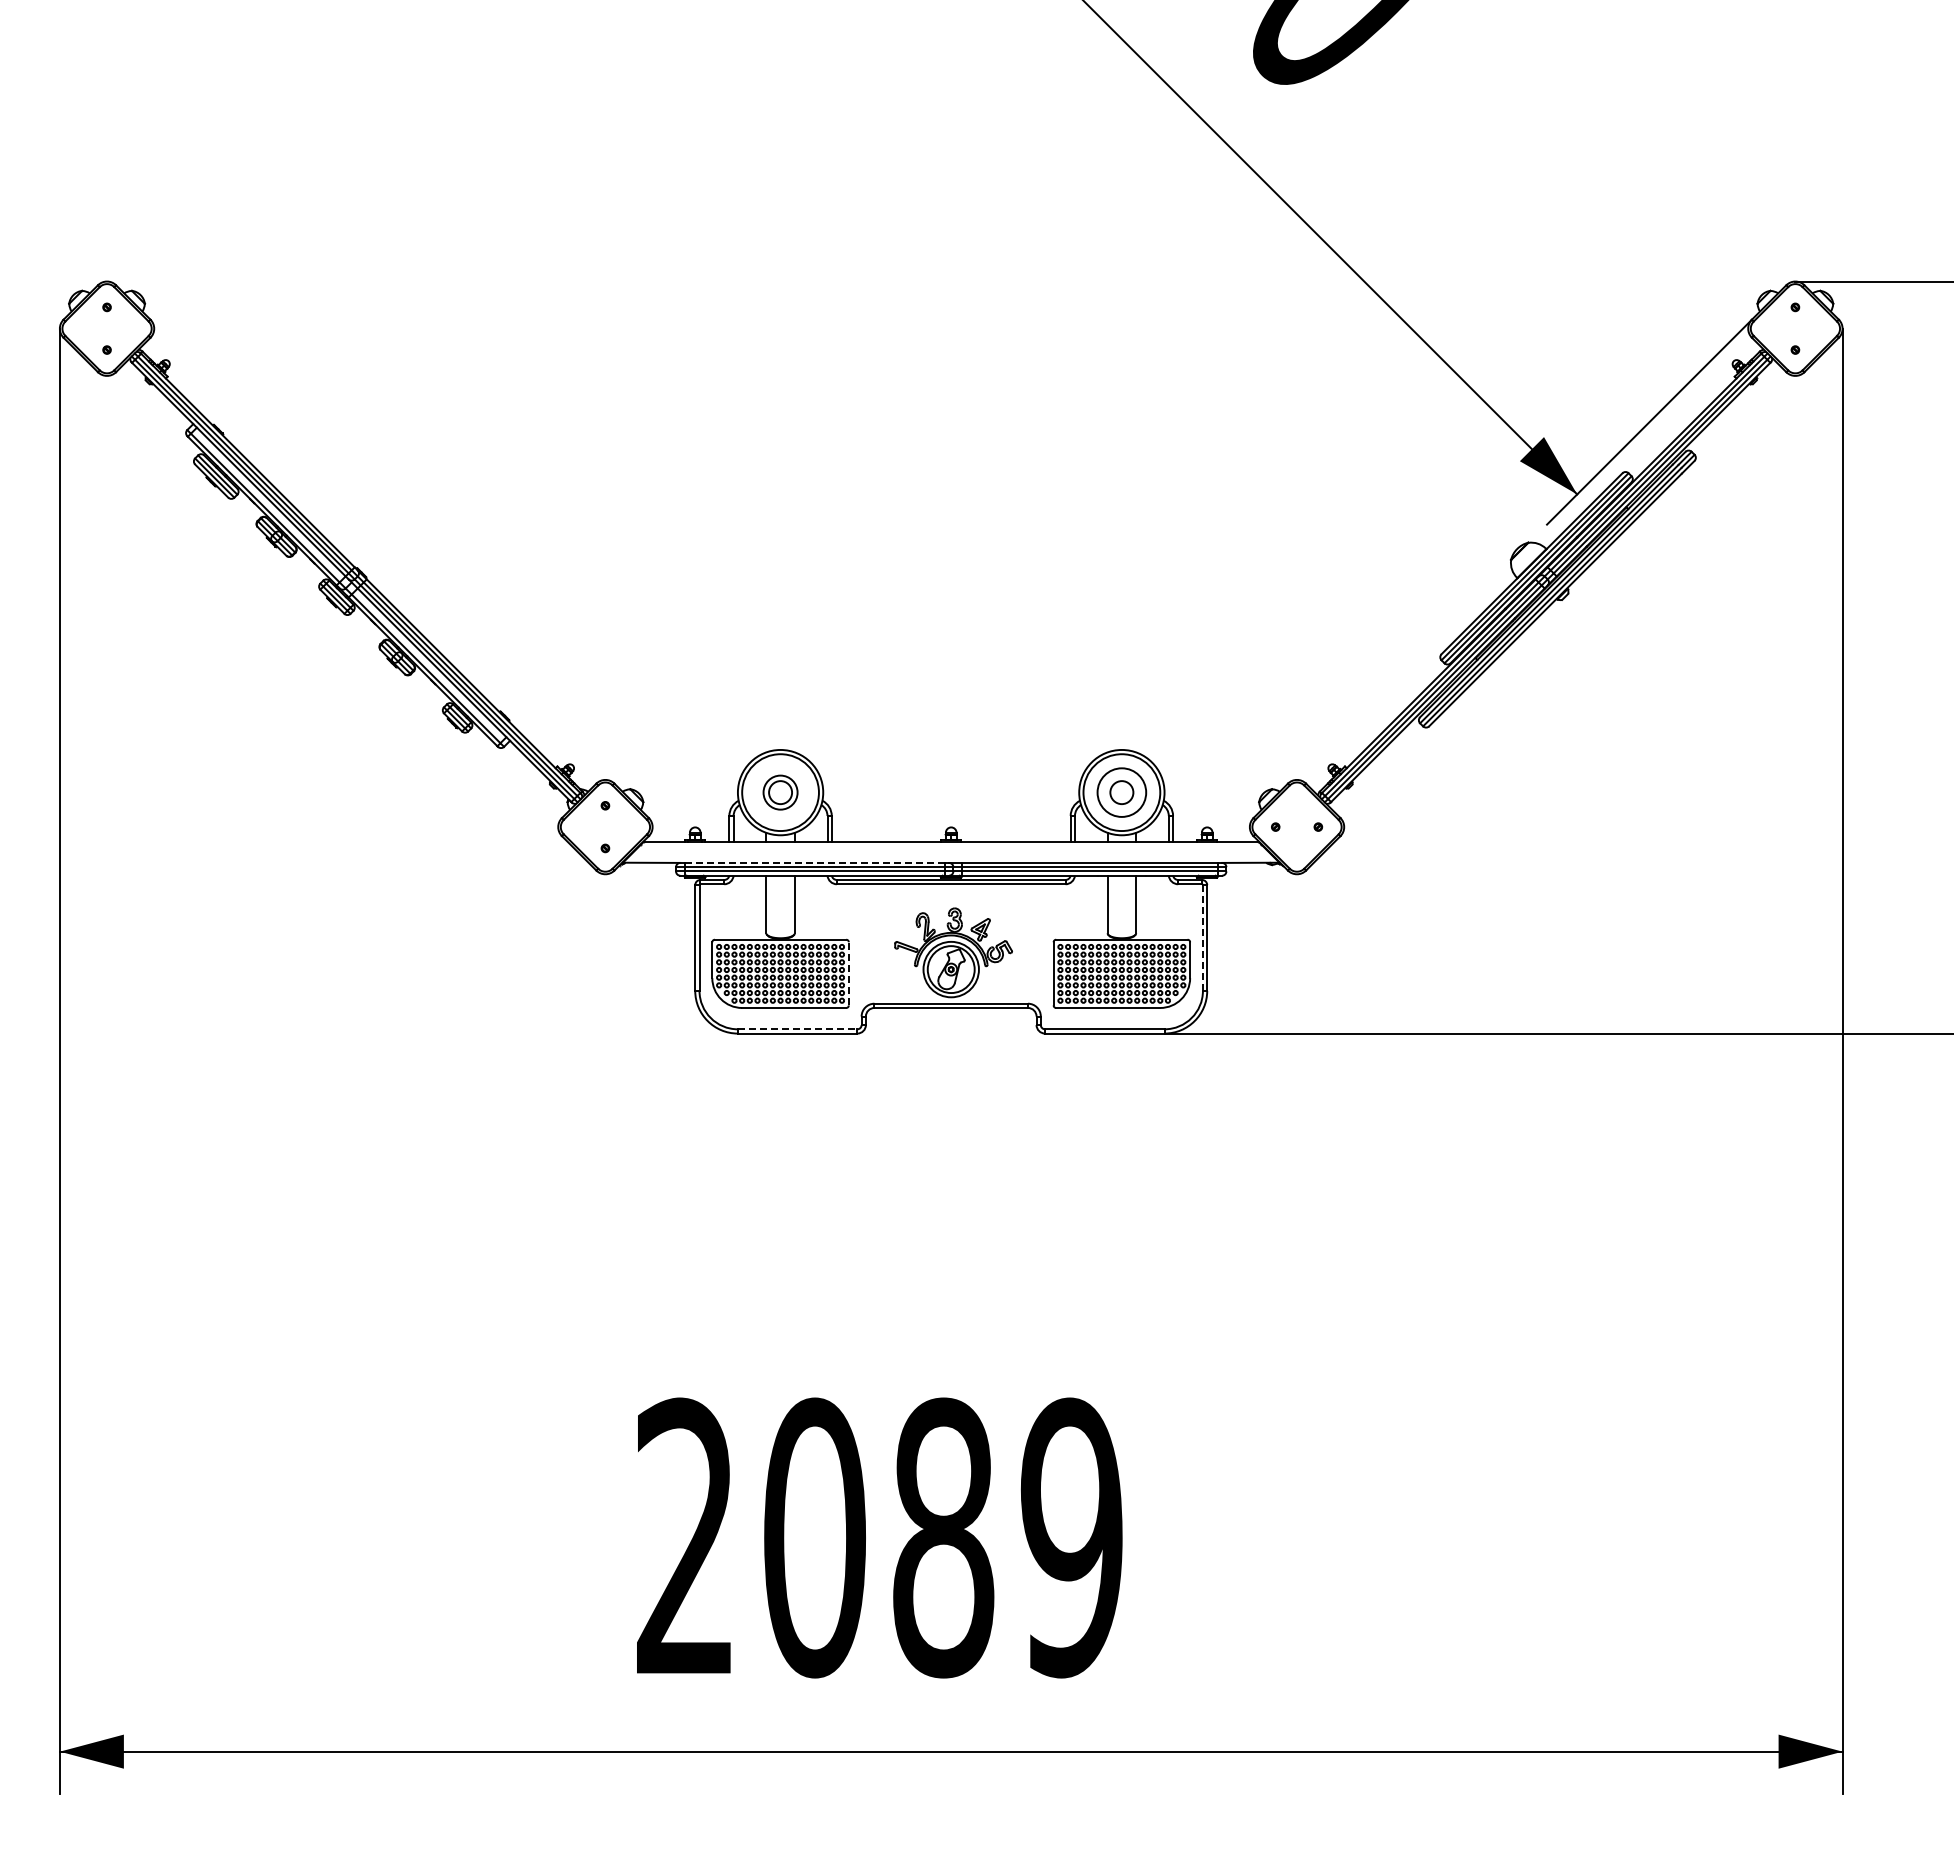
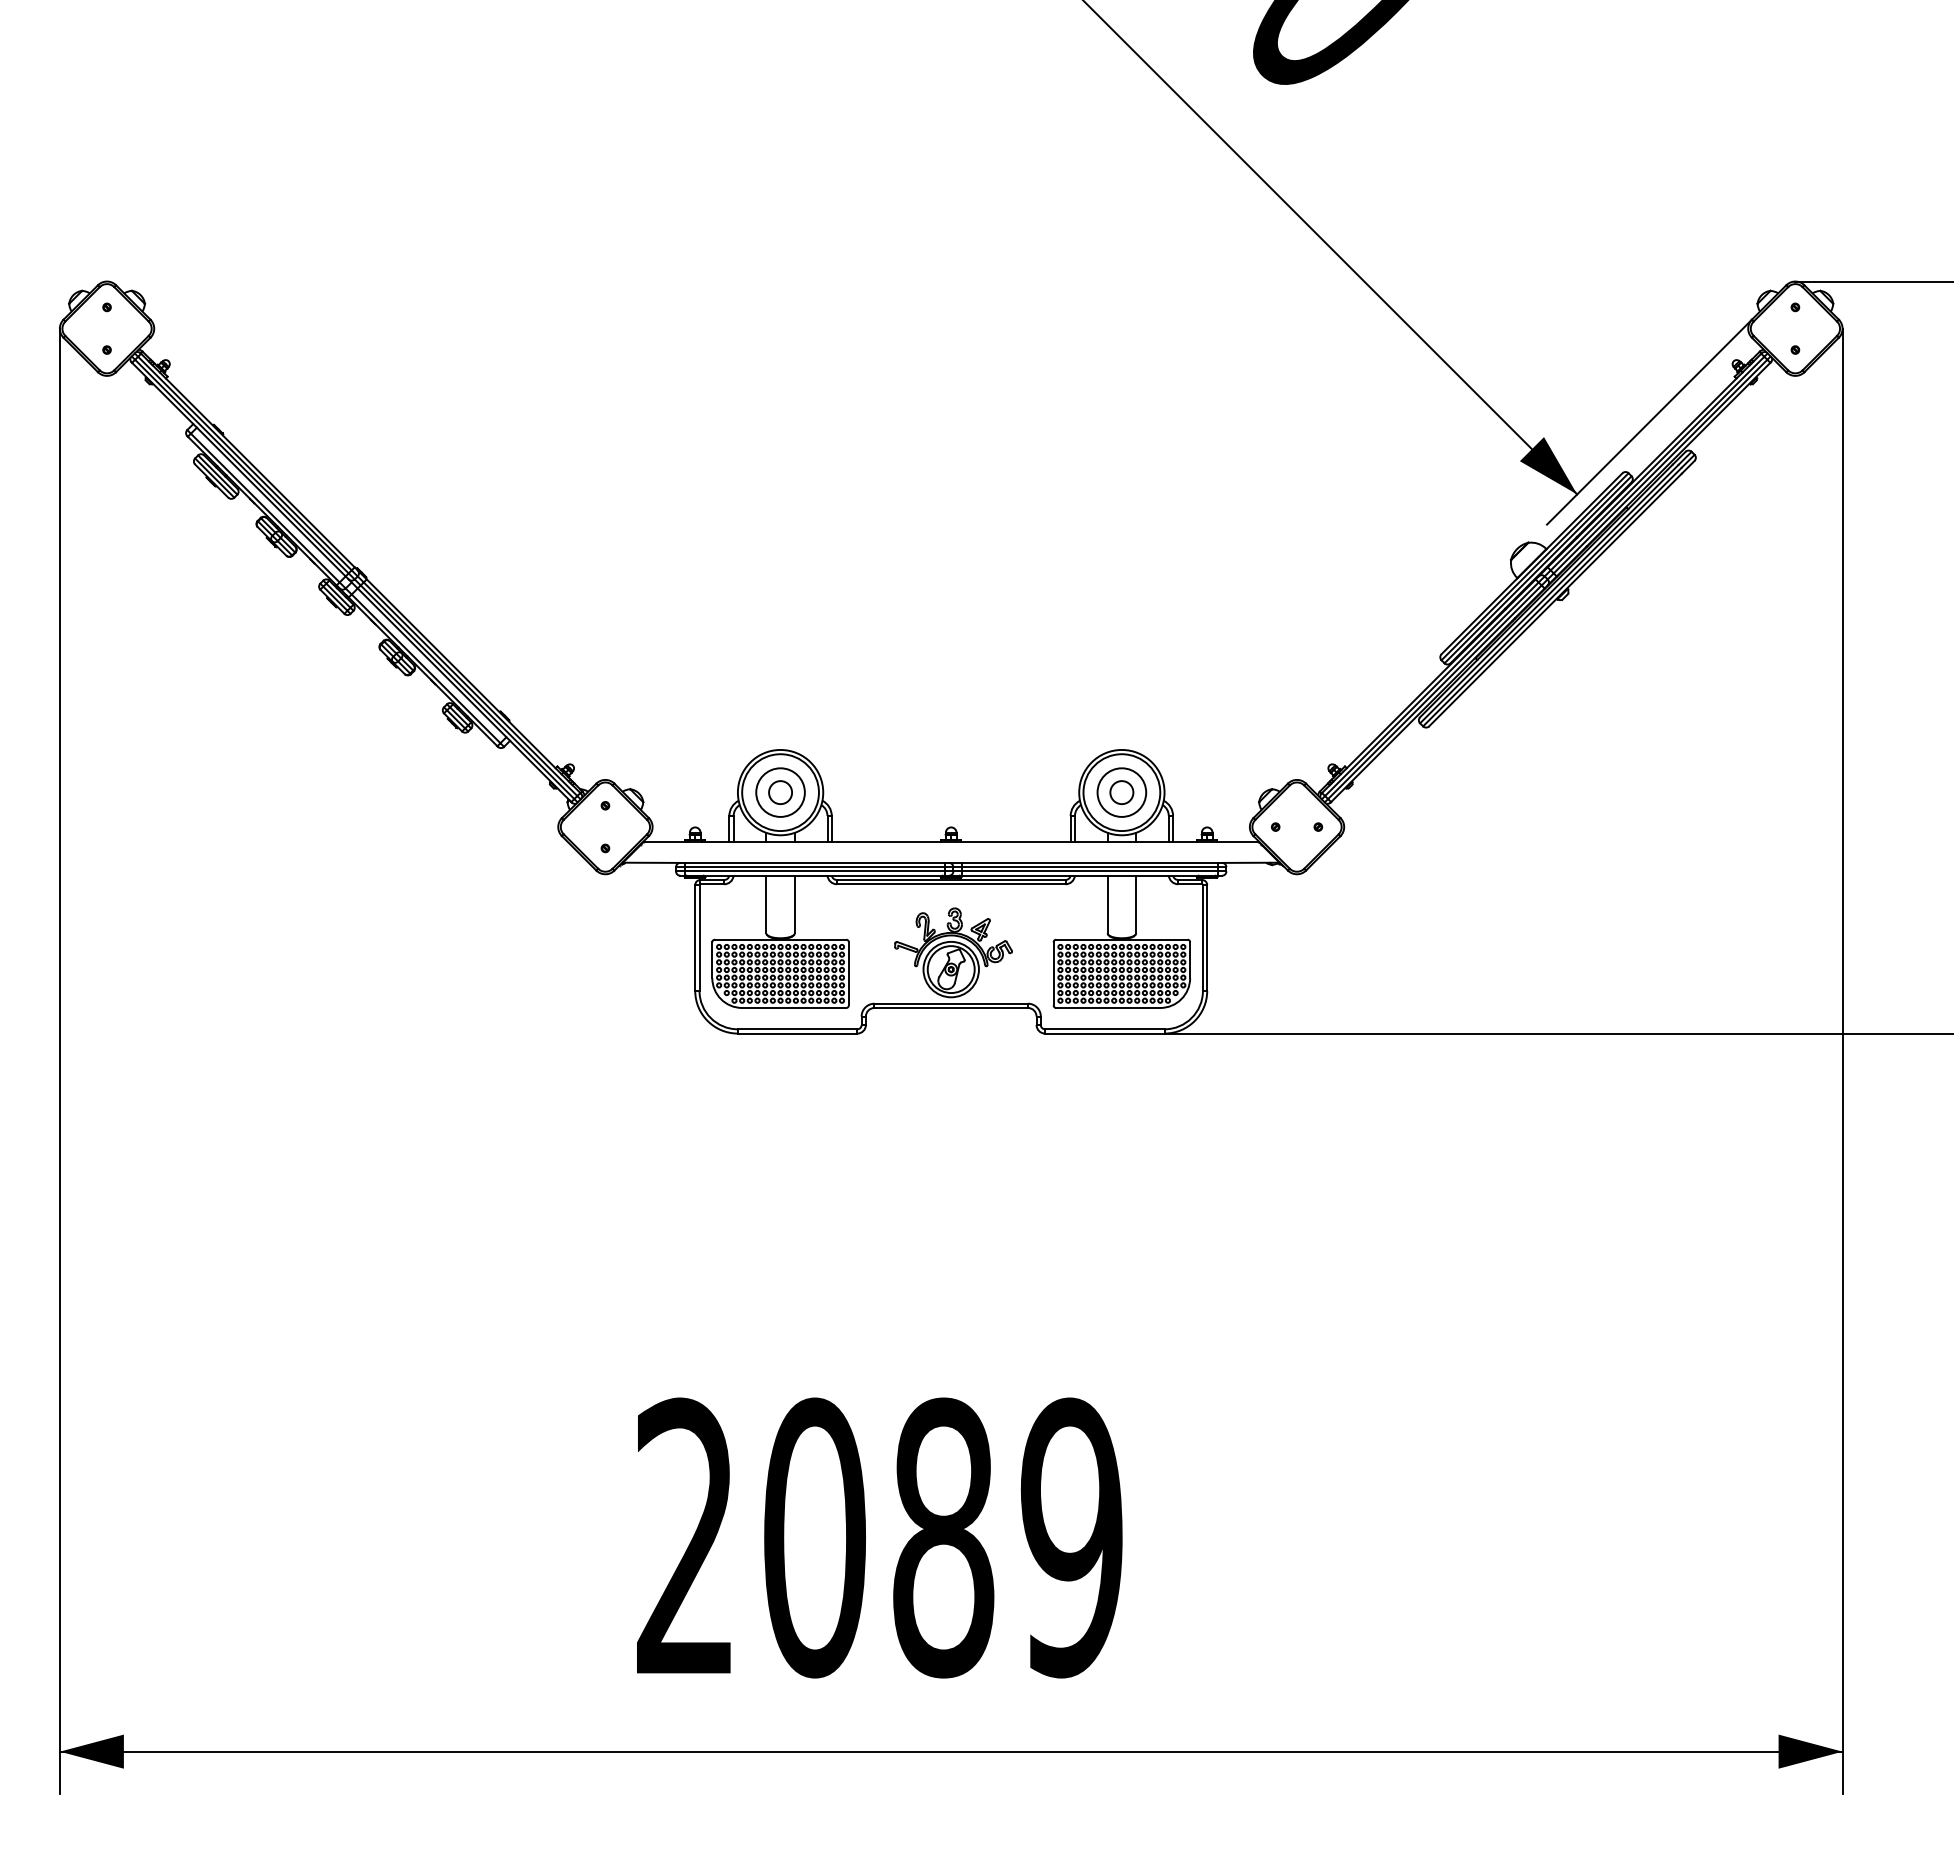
circle at (780, 792) diameter: 34 px -> 49 px
line at (815, 862): dashed -> solid
line at (1202, 938): dashed -> solid
line at (848, 973): dashed -> solid
line at (797, 1029): dashed -> solid
